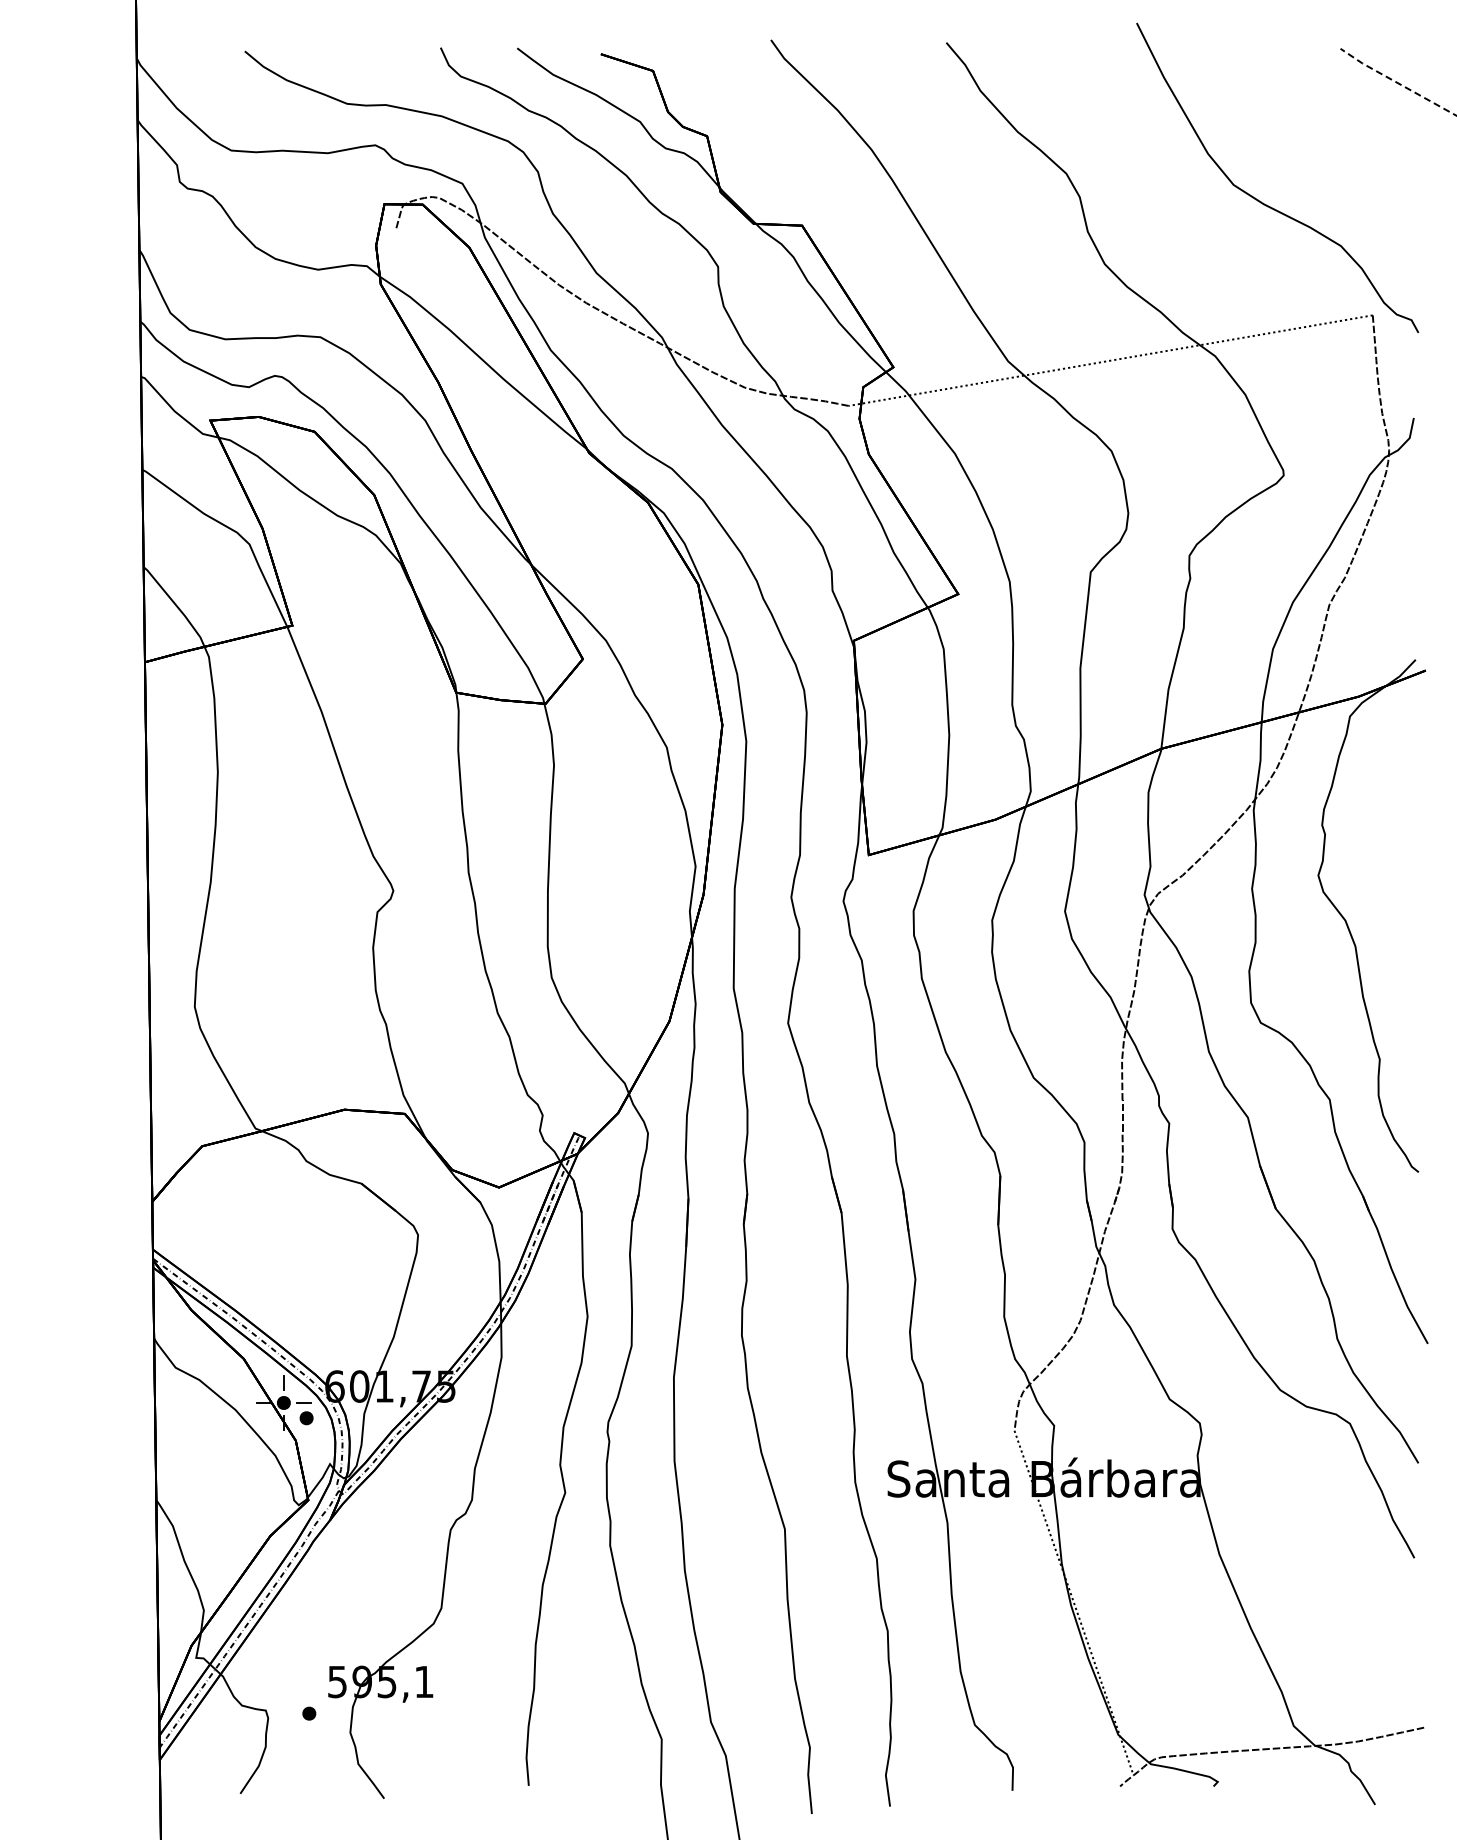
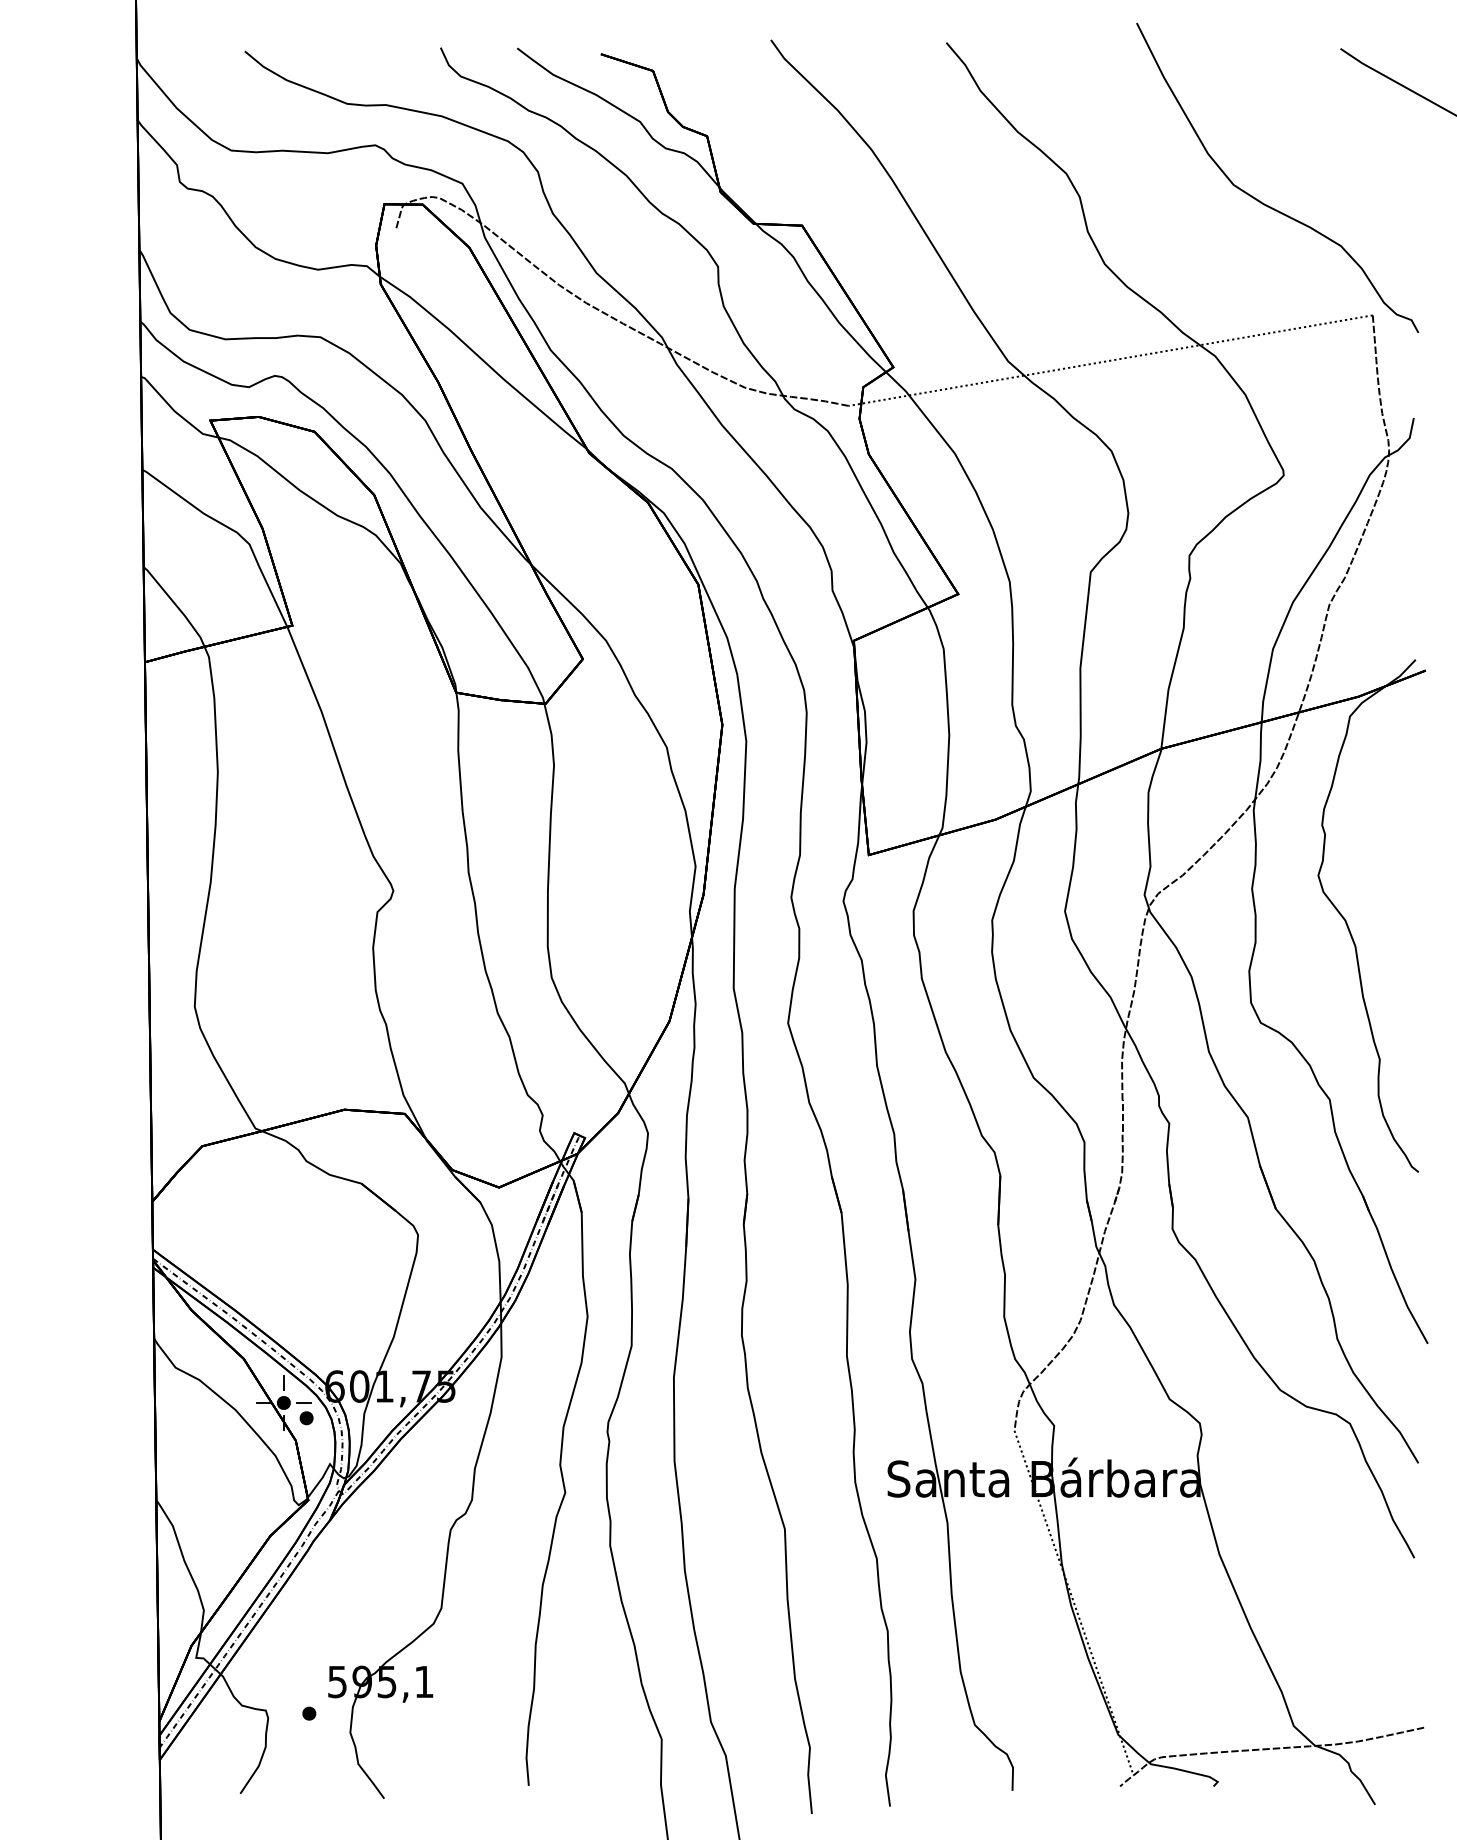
line at (1397, 82): dashed -> solid
